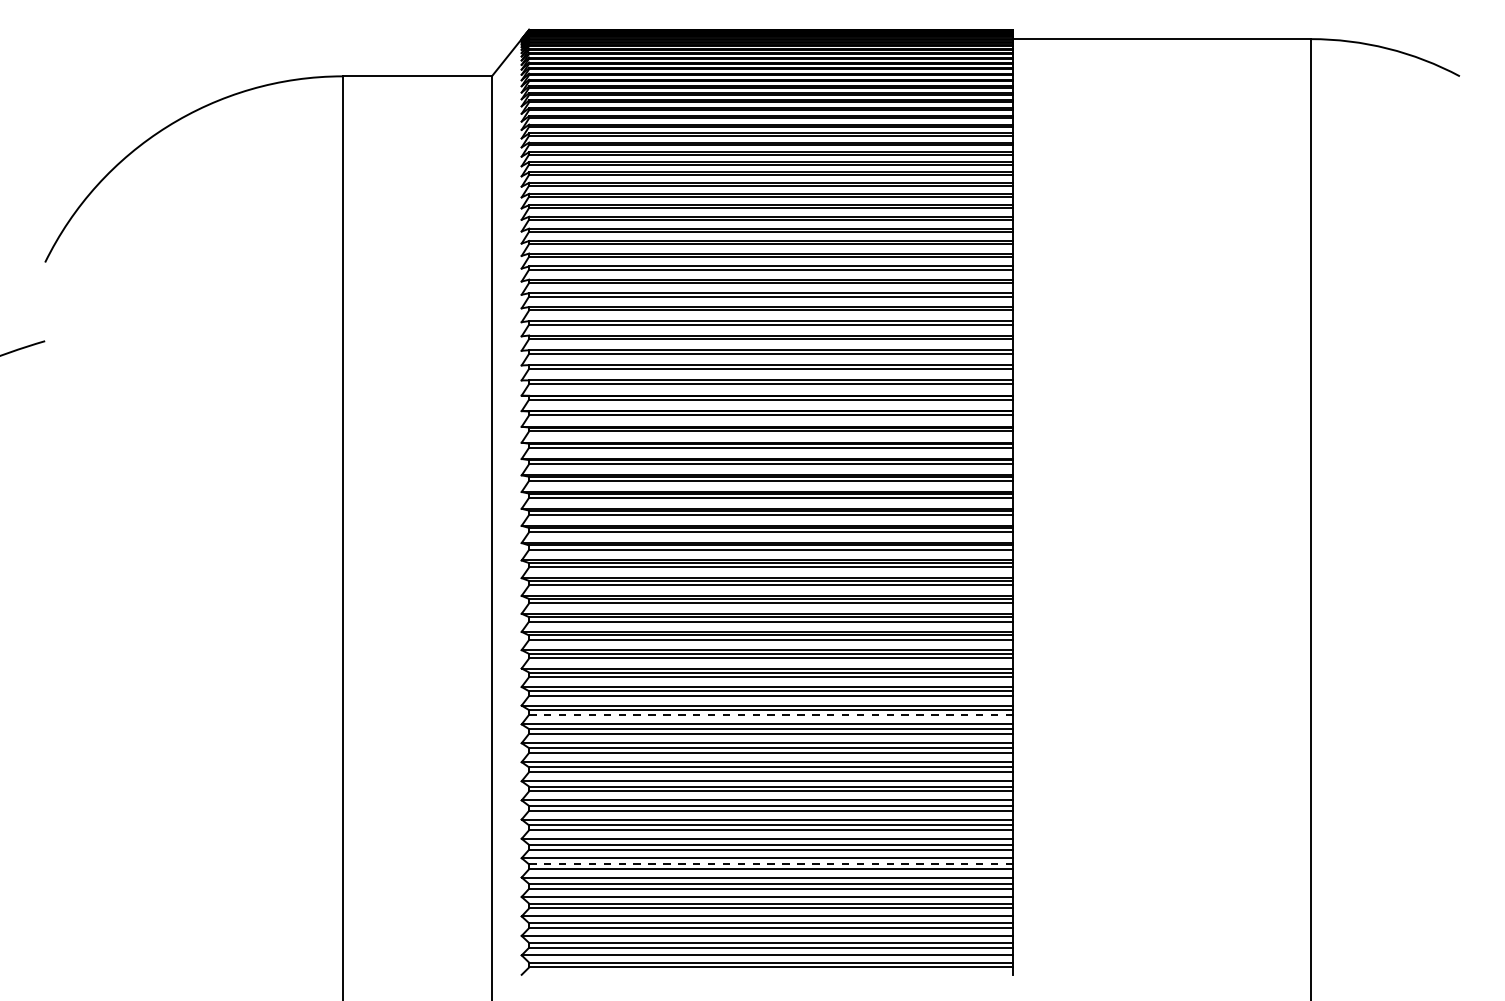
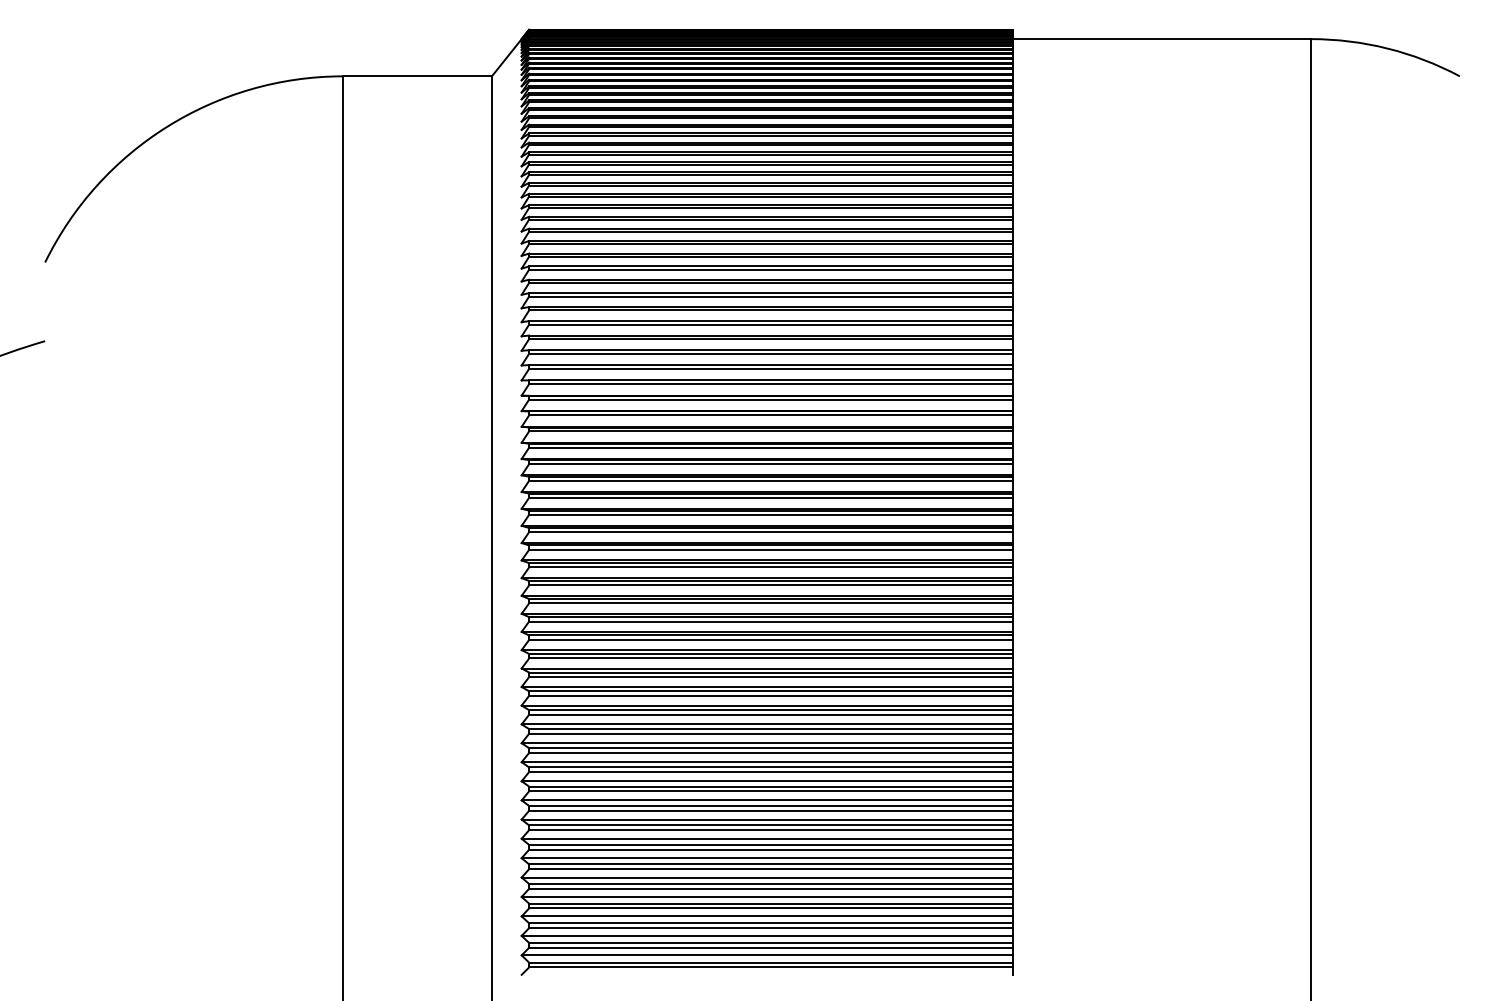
line at (771, 714): dashed -> solid
line at (771, 864): dashed -> solid
